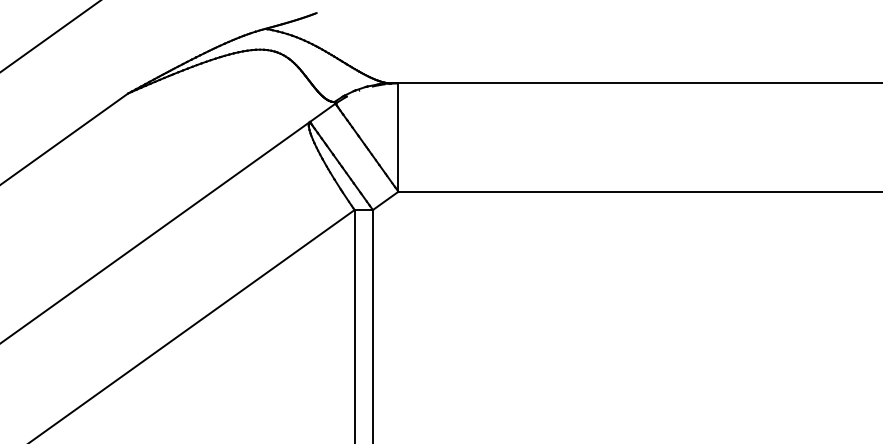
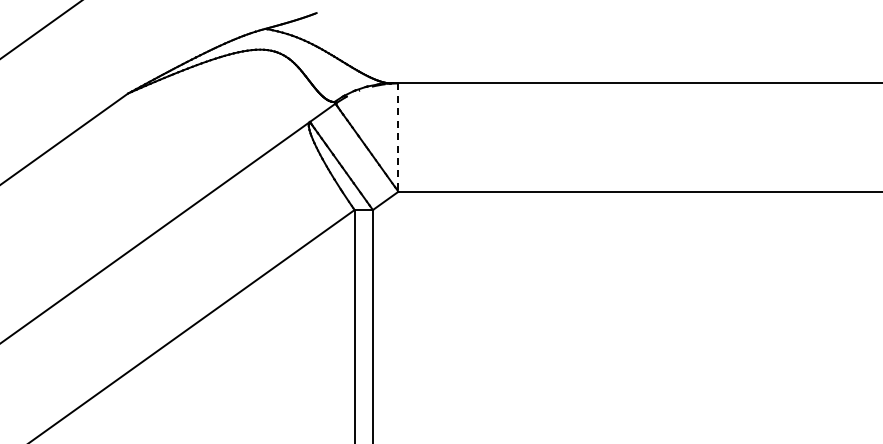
line at (50, 36) position: (50, 36) -> (41, 29)
line at (398, 138): solid -> dashed
